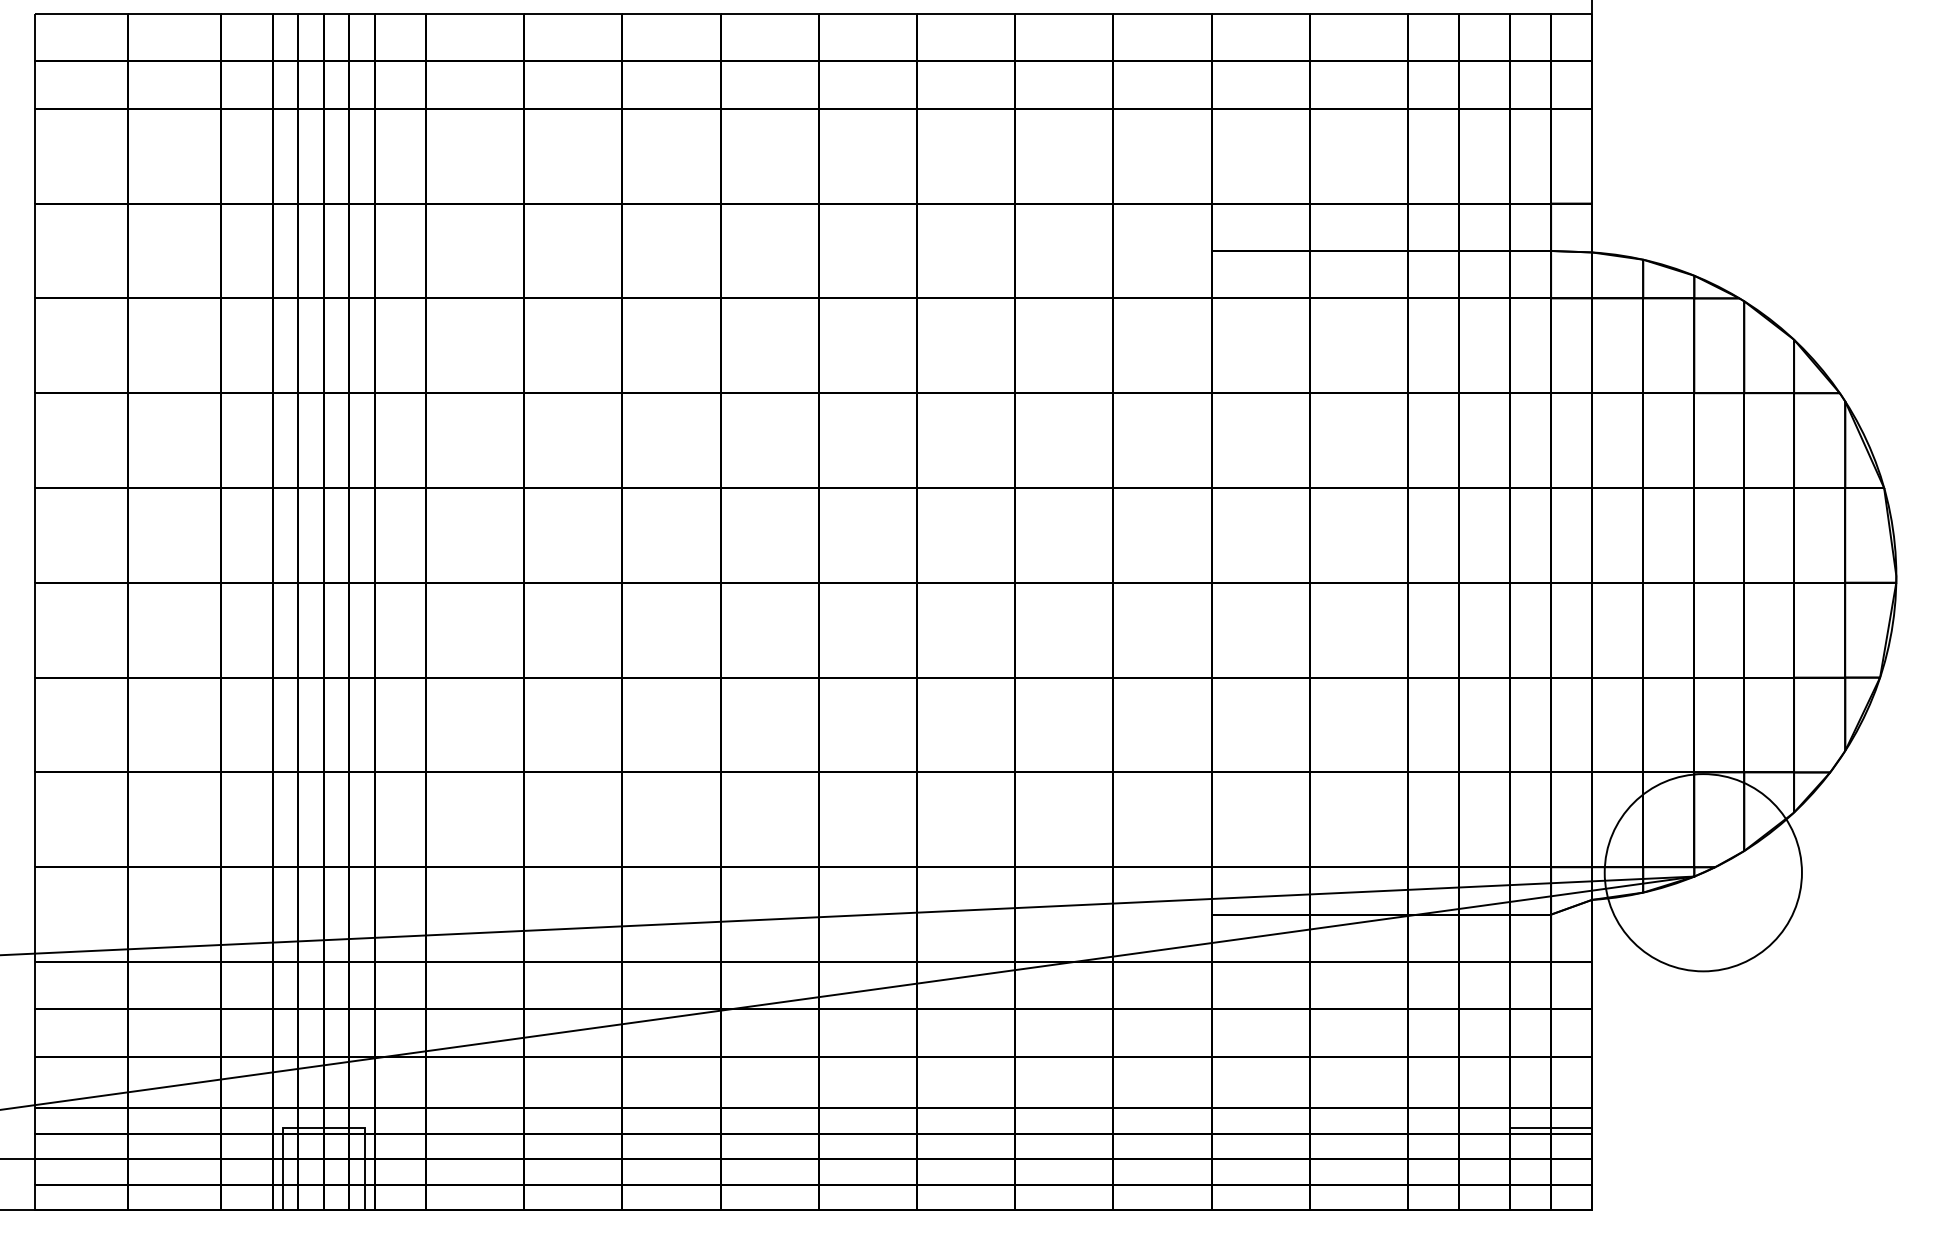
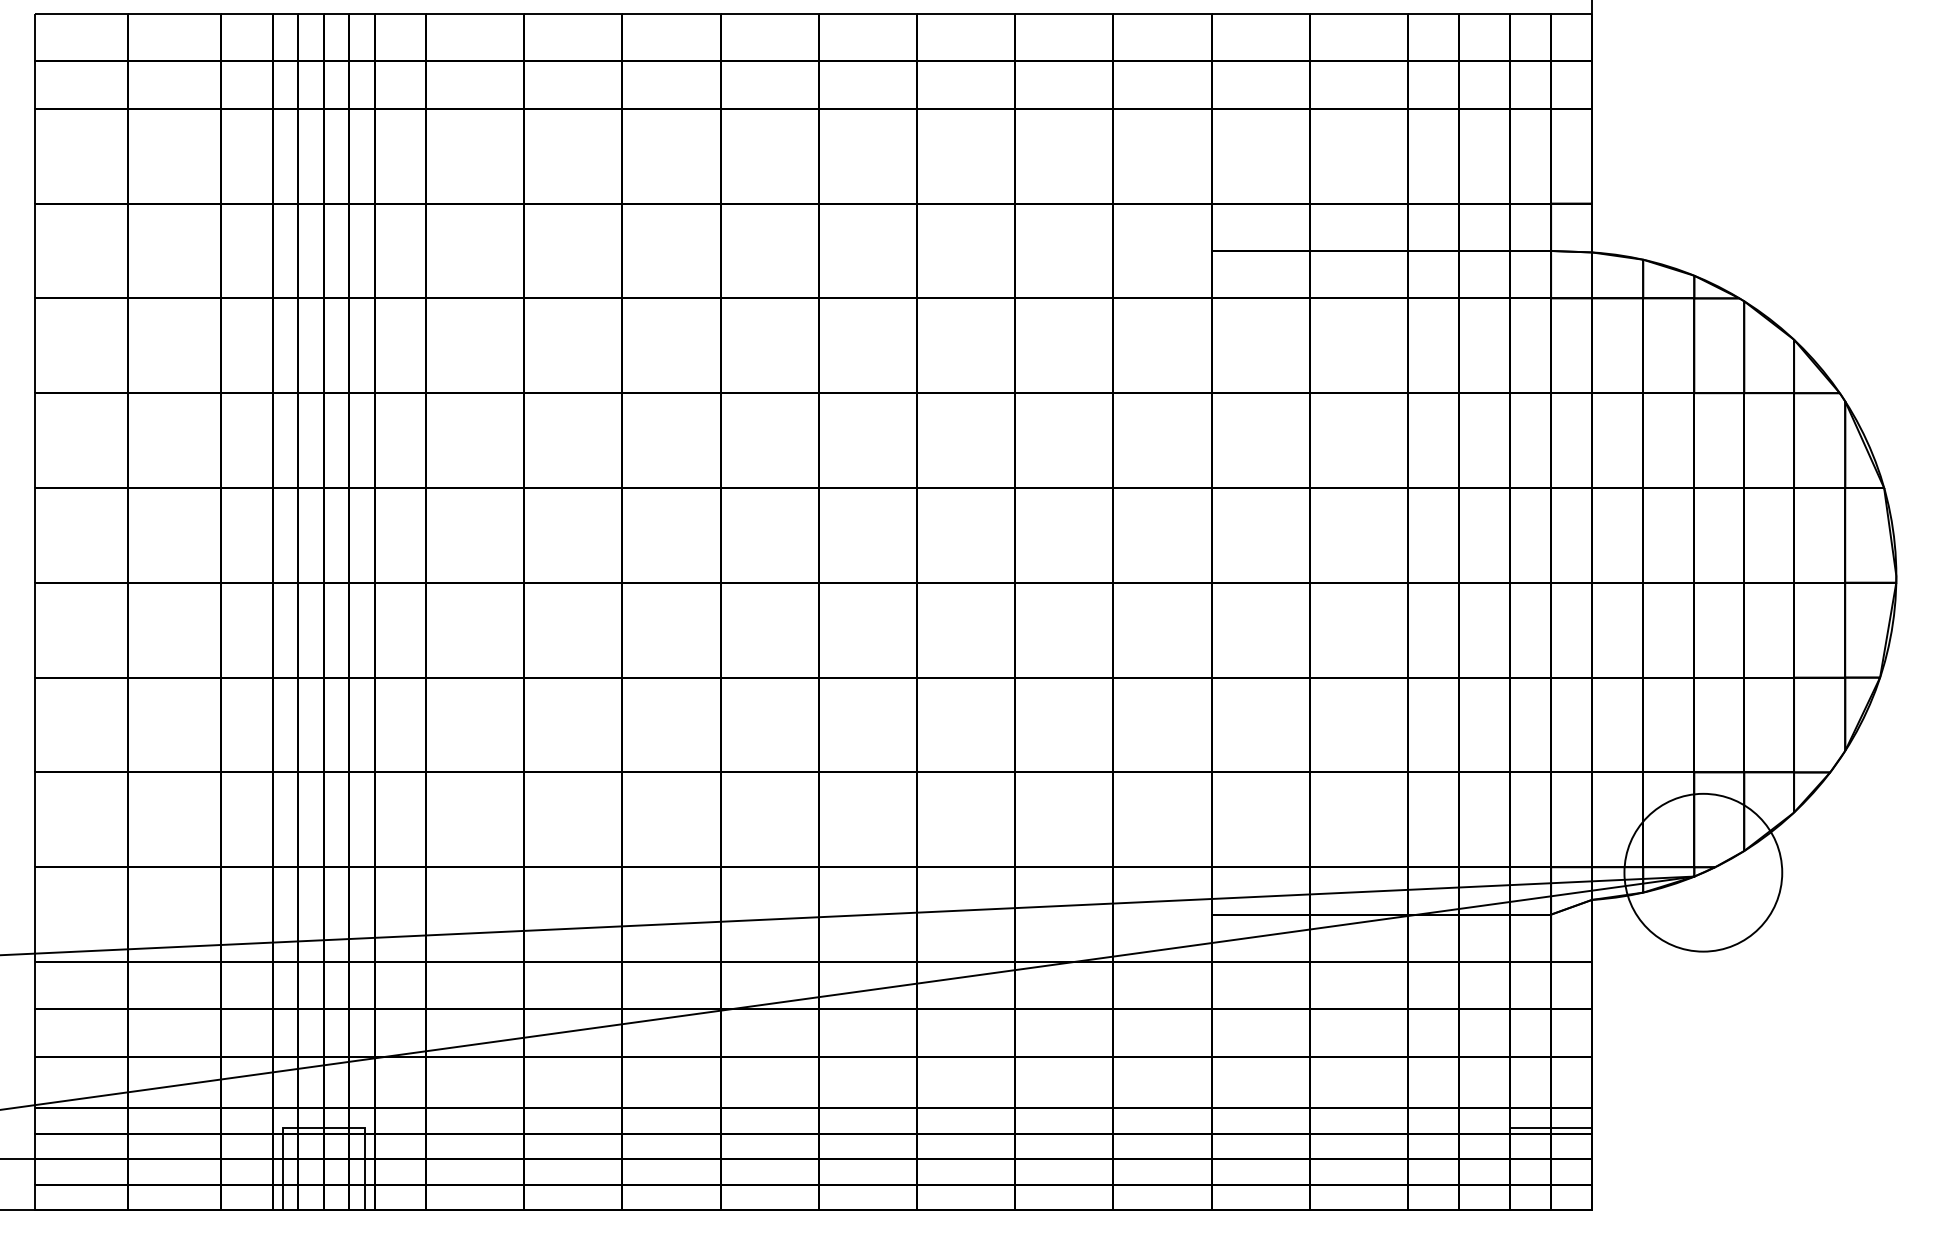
circle at (1702, 872) diameter: 197 px -> 158 px
